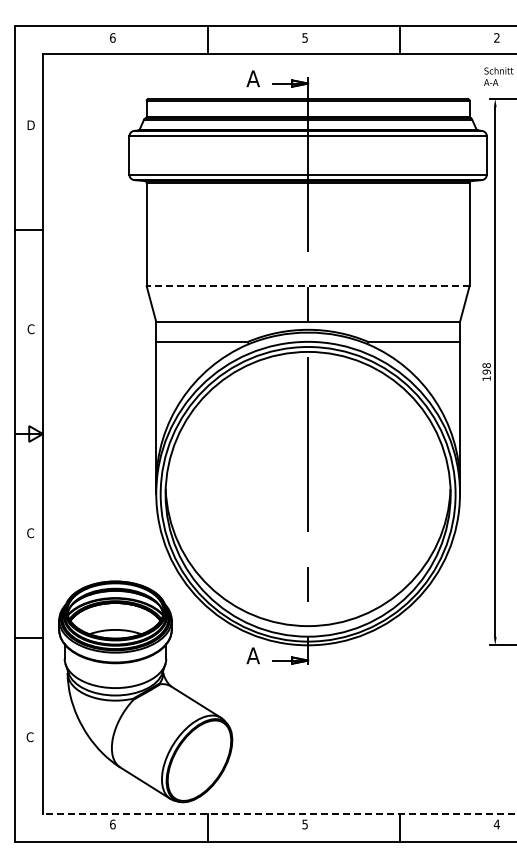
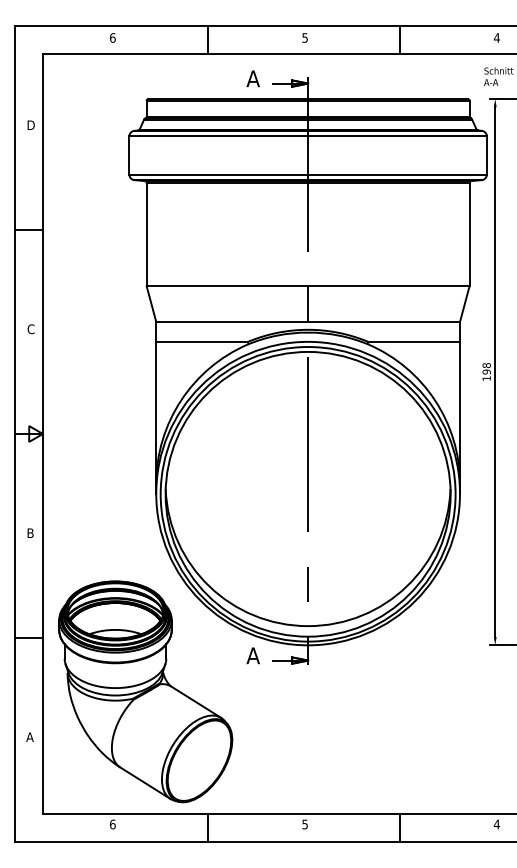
text at (496, 37): 2 -> 4
line at (307, 286): dashed -> solid
text at (30, 533): C -> B
text at (29, 737): C -> A
line at (279, 814): dashed -> solid
